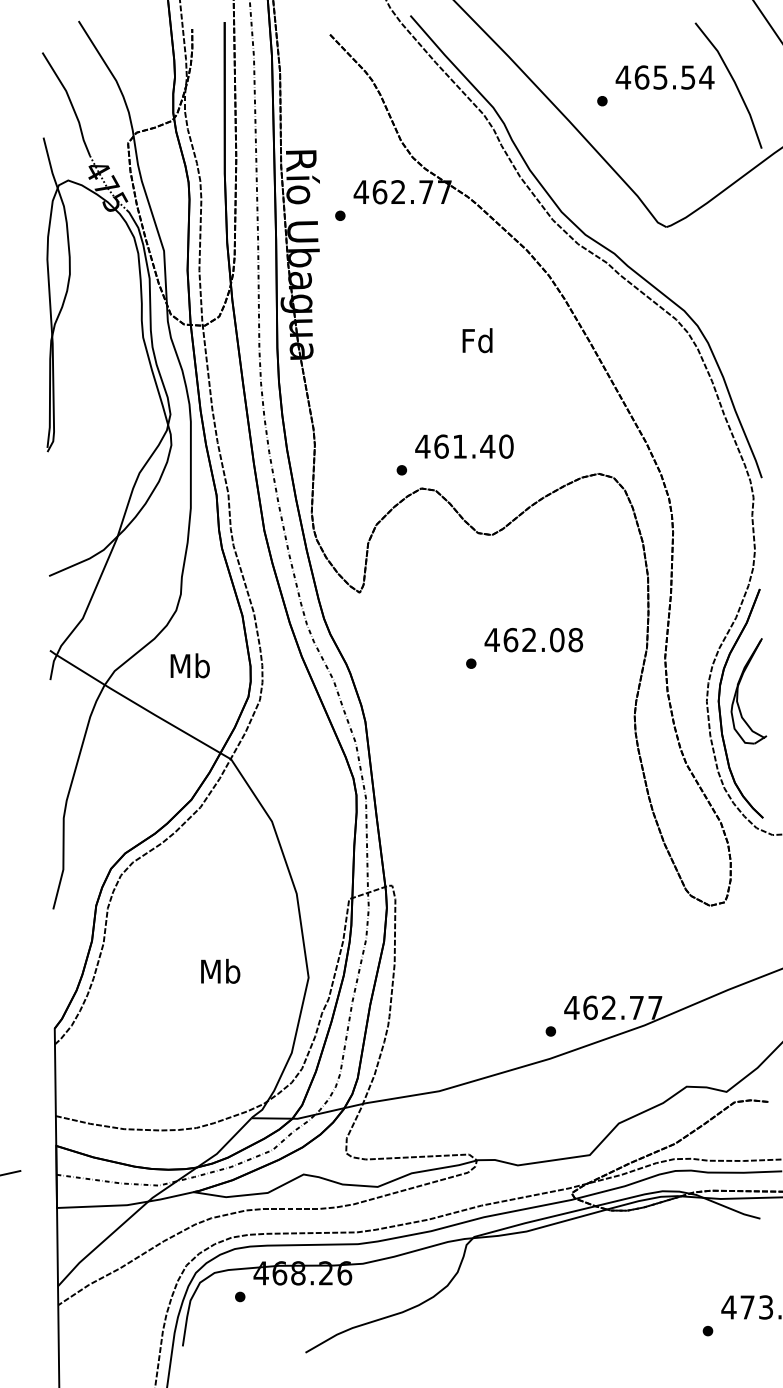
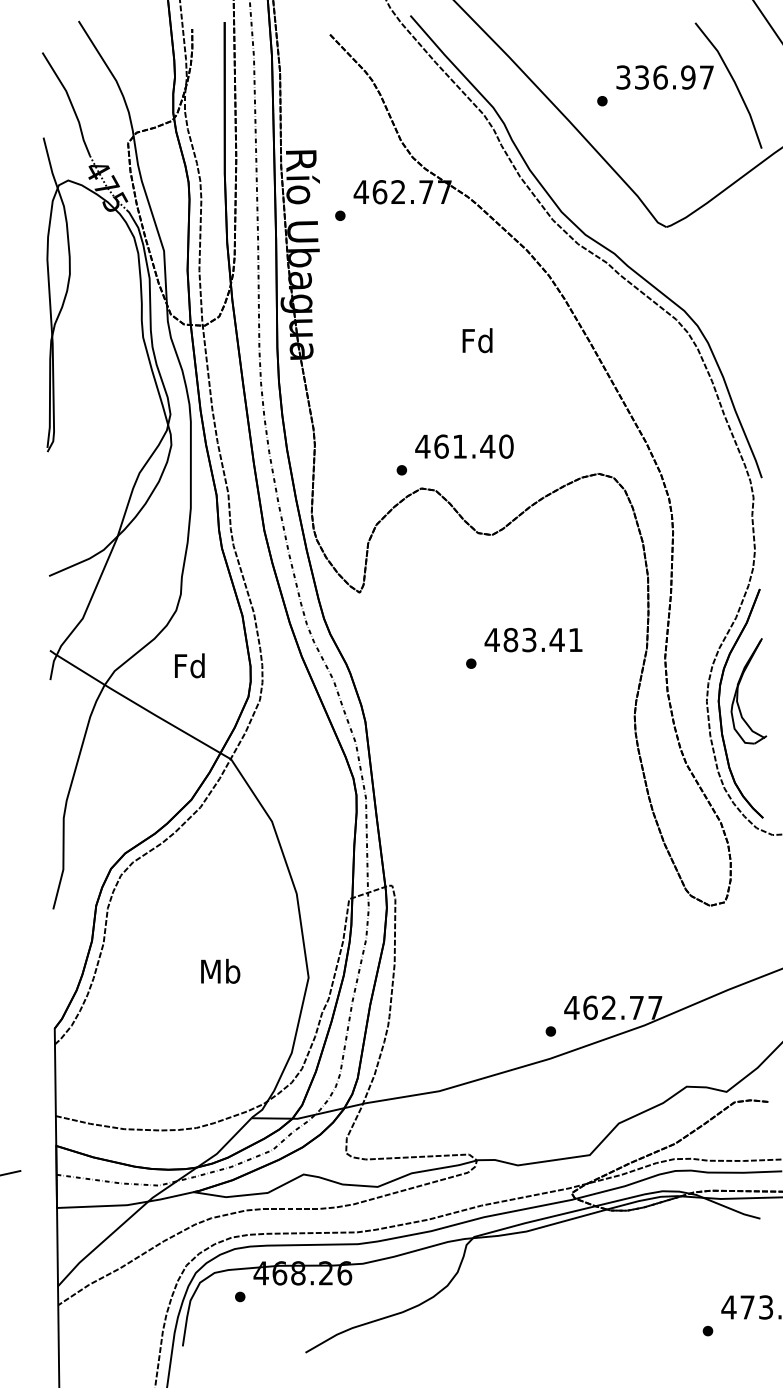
text at (664, 77): 465.54 -> 336.97
text at (543, 639): 462.08 -> 483.41
text at (189, 665): Mb -> Fd
